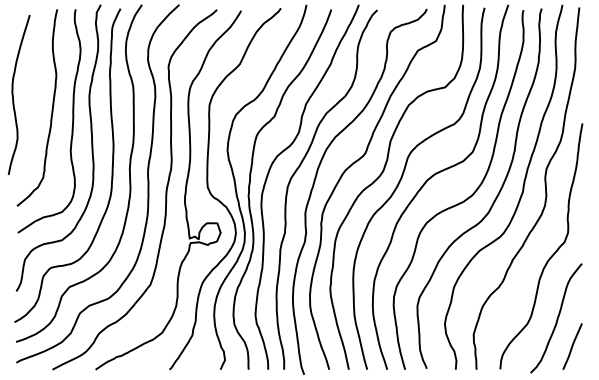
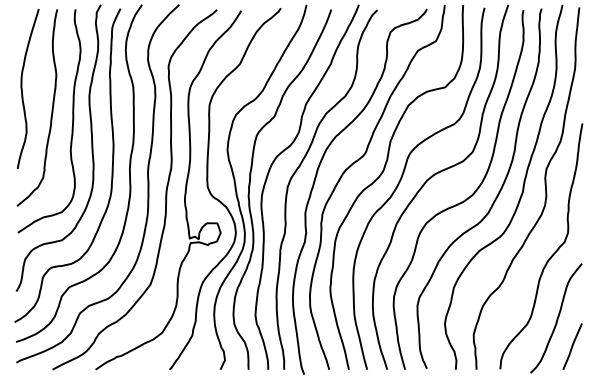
curve at (13, 94) position: (13, 94) -> (22, 88)
